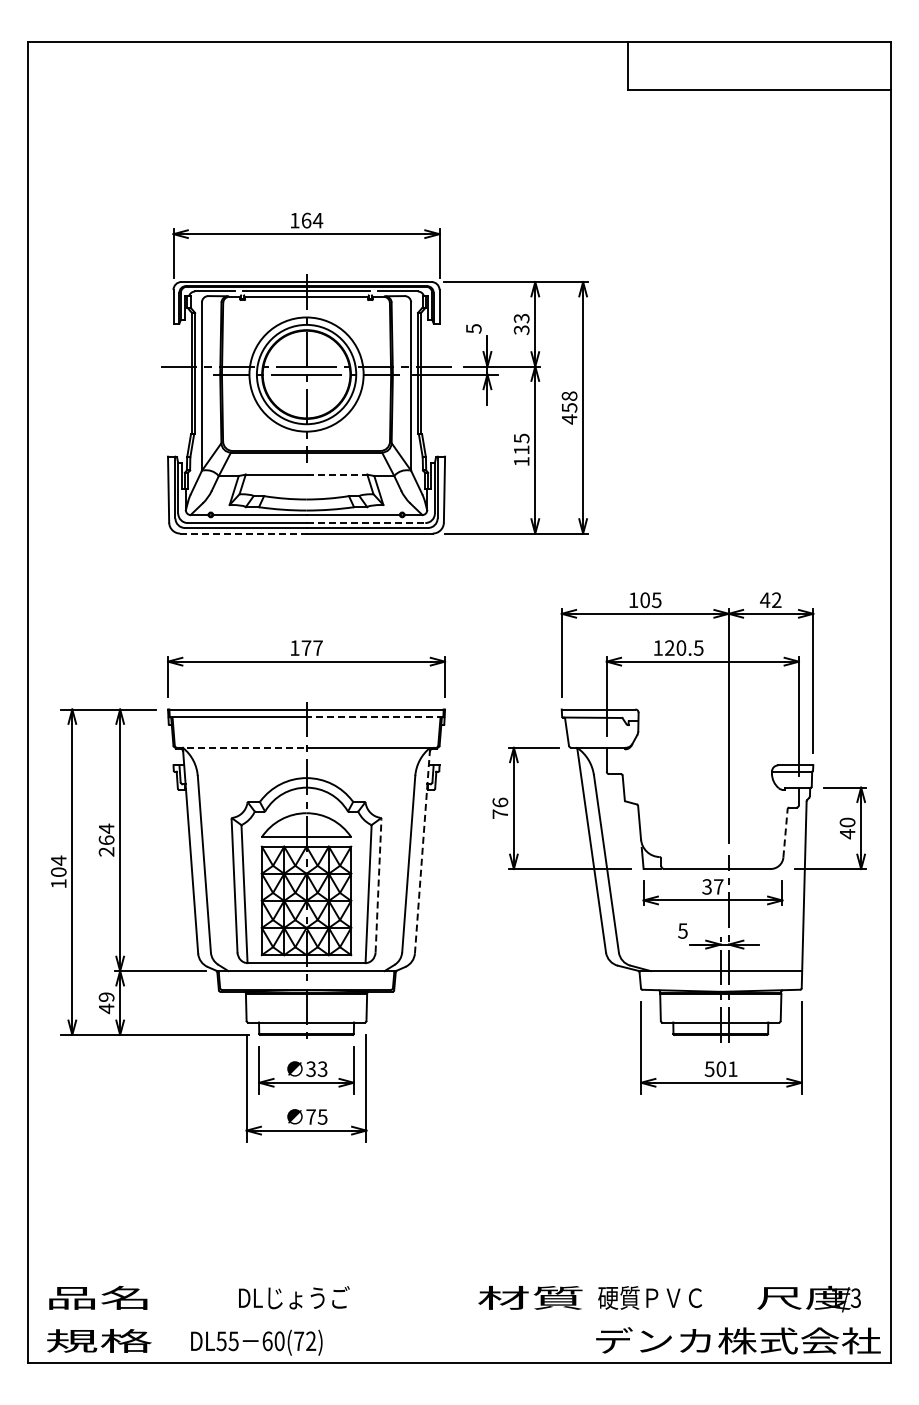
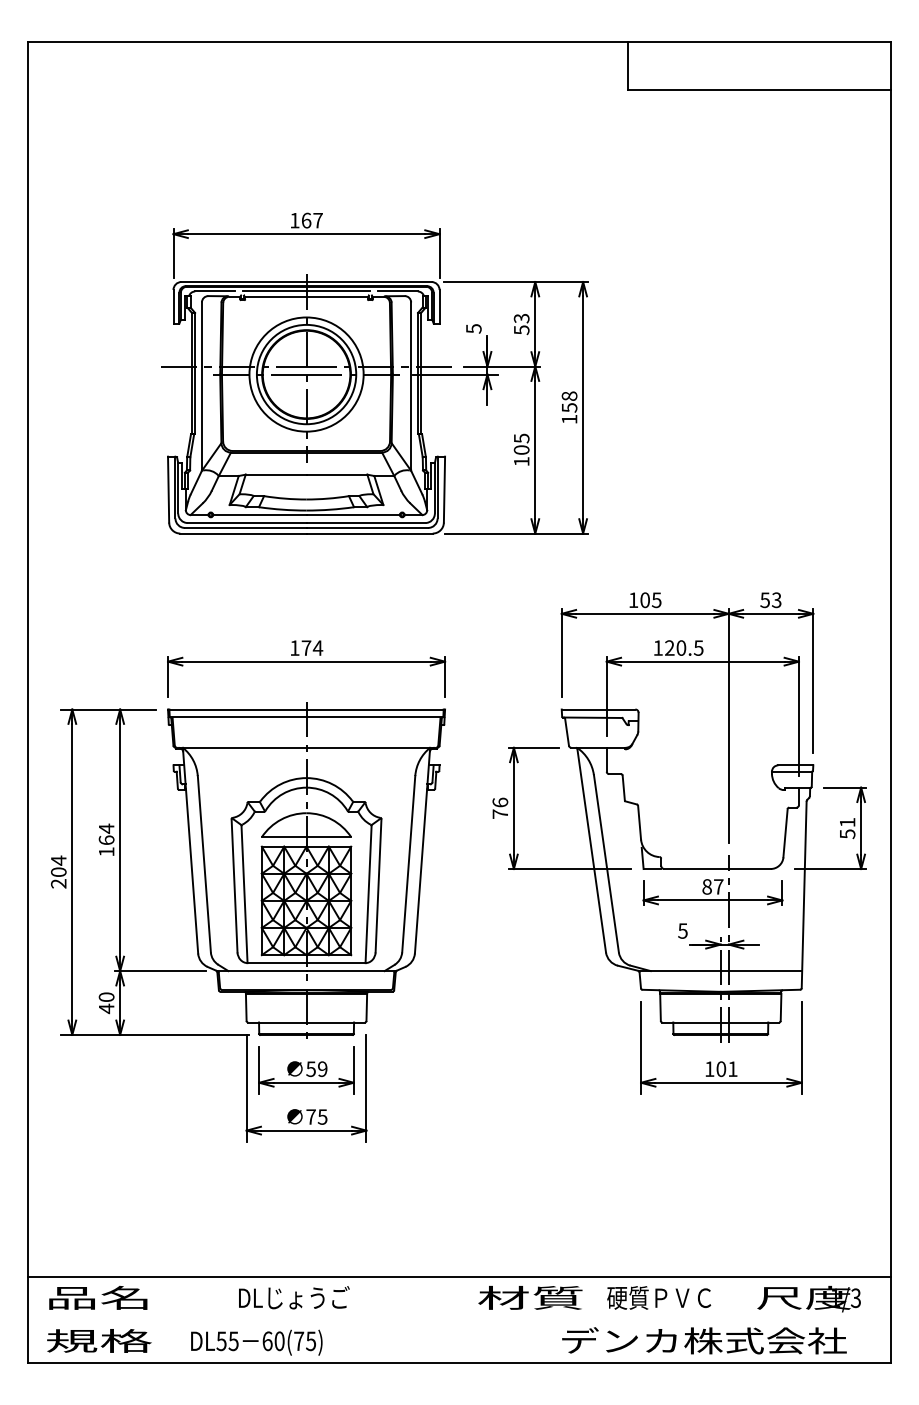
text at (317, 220): 164 -> 167
text at (520, 329): 33 -> 53
text at (569, 419): 458 -> 158
text at (521, 449): 115 -> 105
line at (337, 474): dashed -> solid
line at (366, 523): dashed -> solid
line at (243, 533): dashed -> solid
text at (770, 600): 42 -> 53
text at (317, 647): 177 -> 174
line at (375, 717): dashed -> solid
line at (241, 747): dashed -> solid
text at (847, 828): 40 -> 51
line at (785, 832): dashed -> solid
line at (422, 850): dashed -> solid
text at (106, 851): 264 -> 164
text at (58, 883): 104 -> 204
line at (378, 885): dashed -> solid
text at (706, 886): 37 -> 87
text at (106, 996): 49 -> 40
text at (316, 1068): 33 -> 59
text at (709, 1069): 501 -> 101
line at (459, 1276): none -> present
text at (650, 1297) position: (650, 1297) -> (659, 1297)
text at (738, 1340) position: (738, 1340) -> (704, 1340)
text at (311, 1341): 60(72) -> 60(75)
